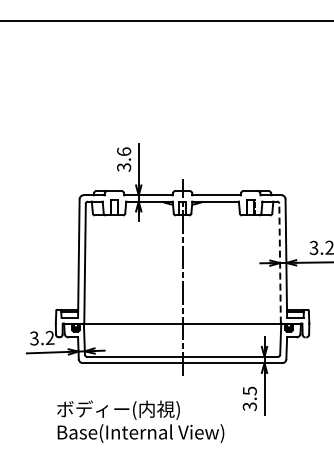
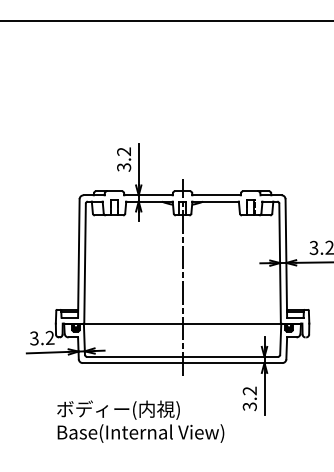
text at (124, 151): 3.6 -> 3.2
line at (280, 263): dashed -> solid
text at (249, 390): 3.5 -> 3.2
